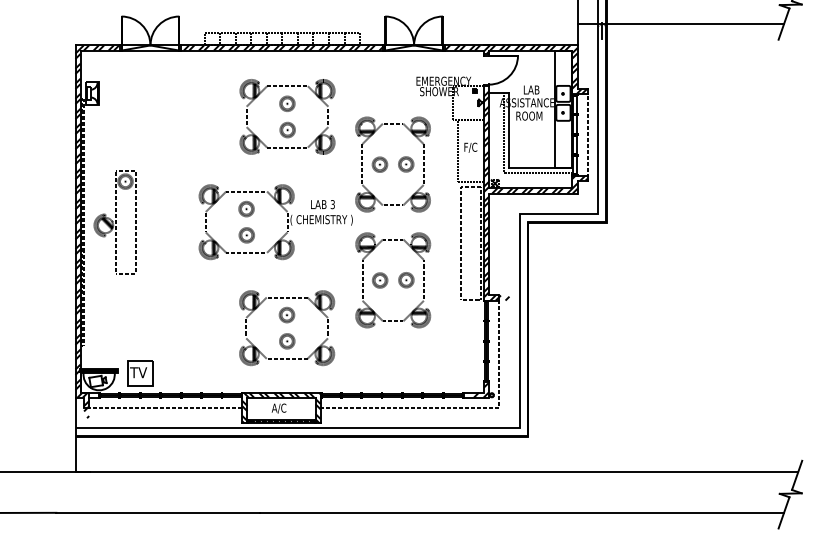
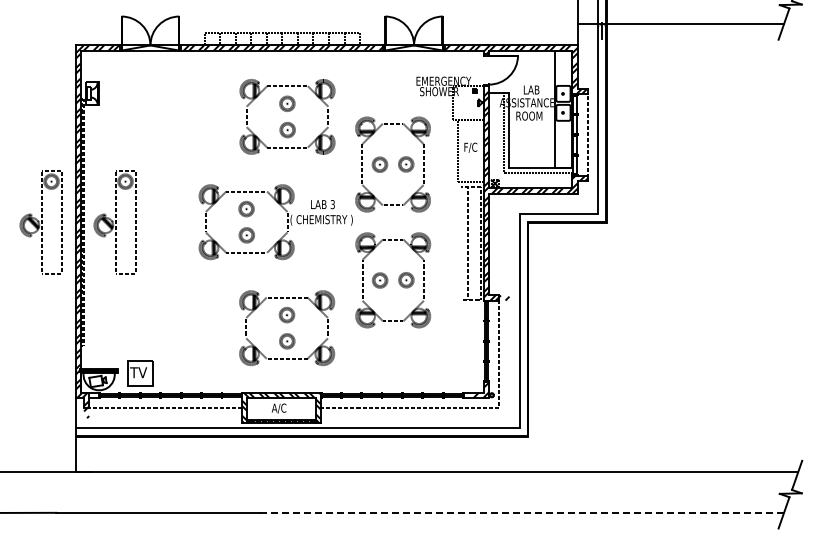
part at (40, 222): none -> present
line at (461, 243) position: (461, 243) -> (468, 243)
line at (522, 512): solid -> dashed
